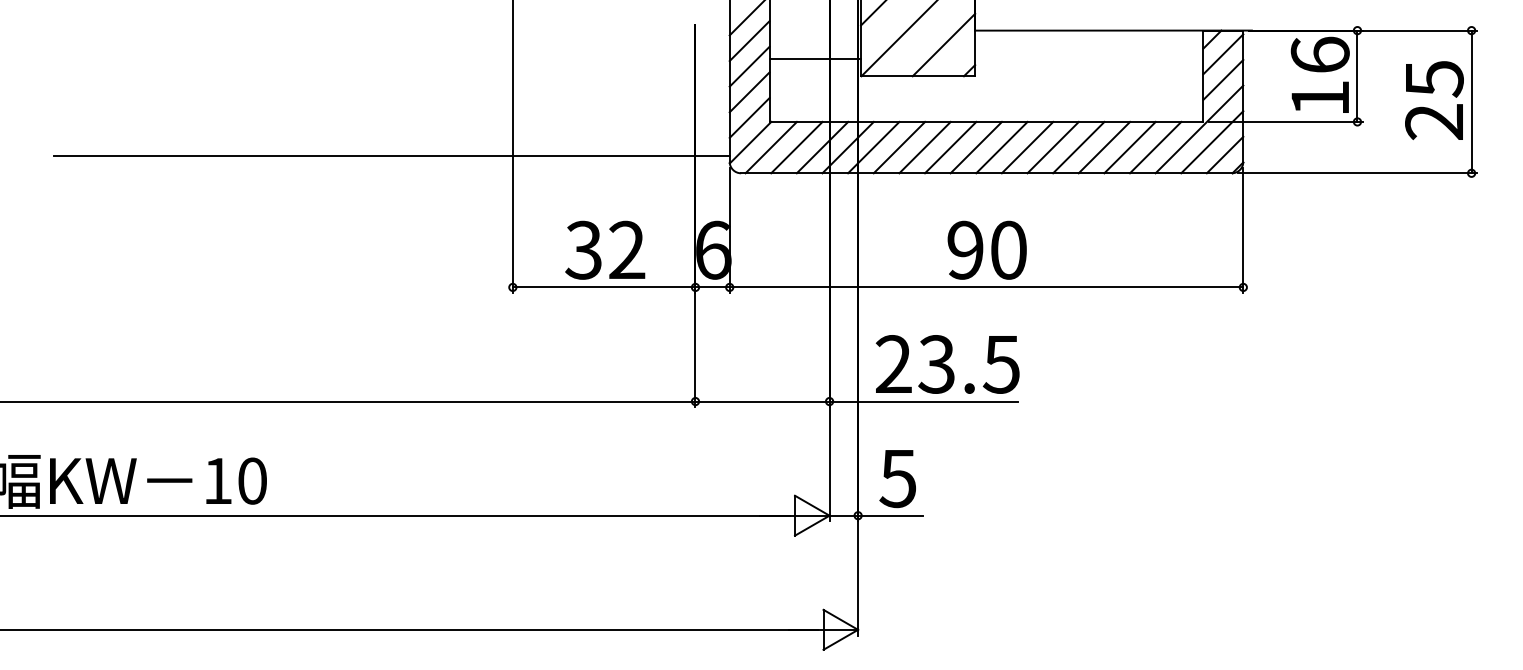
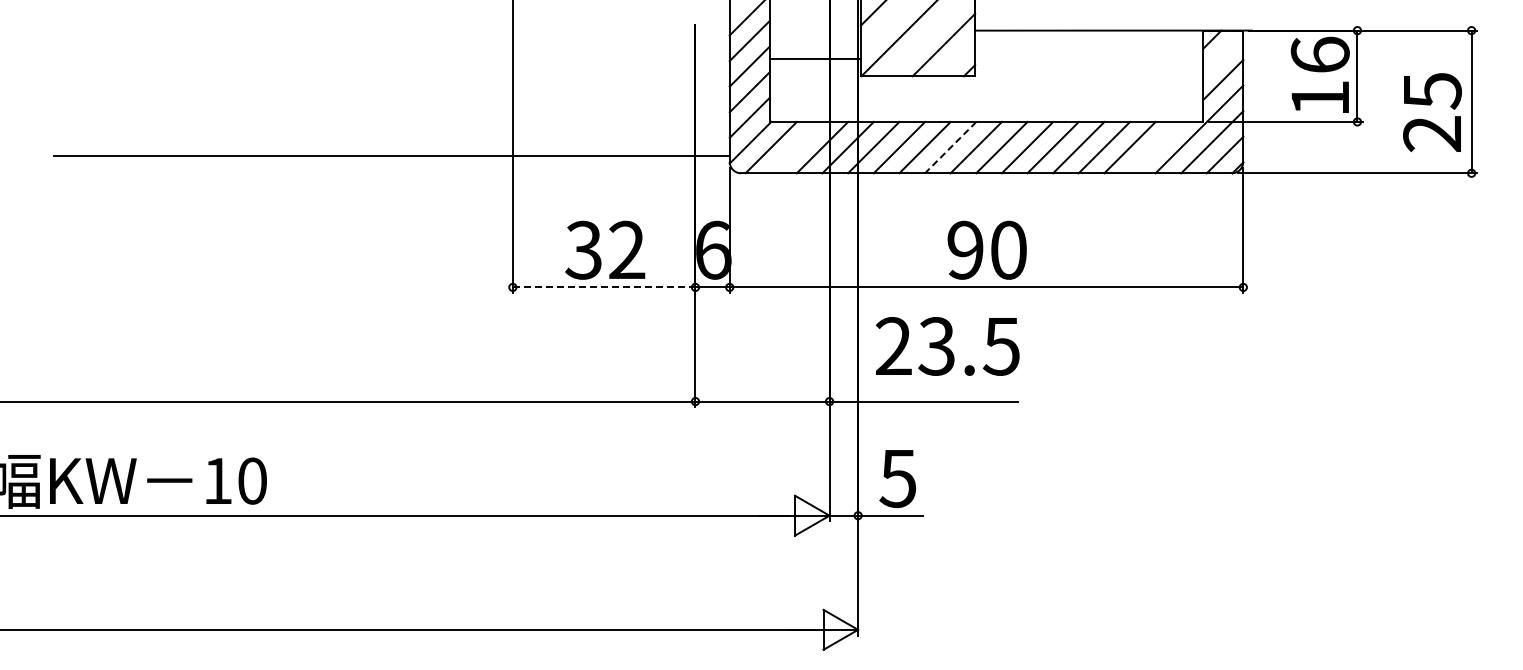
line at (1223, 54): present -> none
text at (1434, 100) position: (1434, 100) -> (1432, 112)
line at (796, 147): present -> none
line at (950, 147): solid -> dashed
line at (1155, 147): present -> none
line at (604, 287): solid -> dashed
text at (947, 364) position: (947, 364) -> (947, 346)
